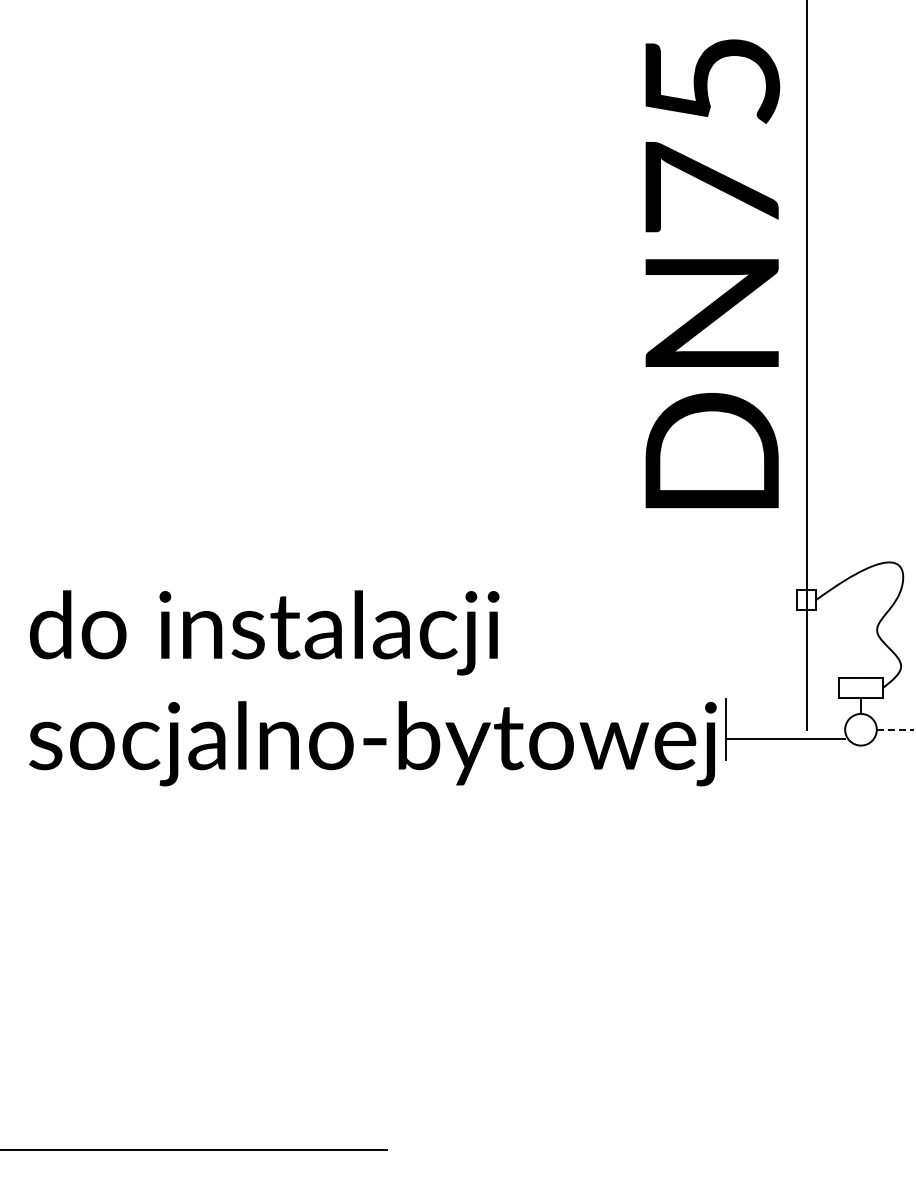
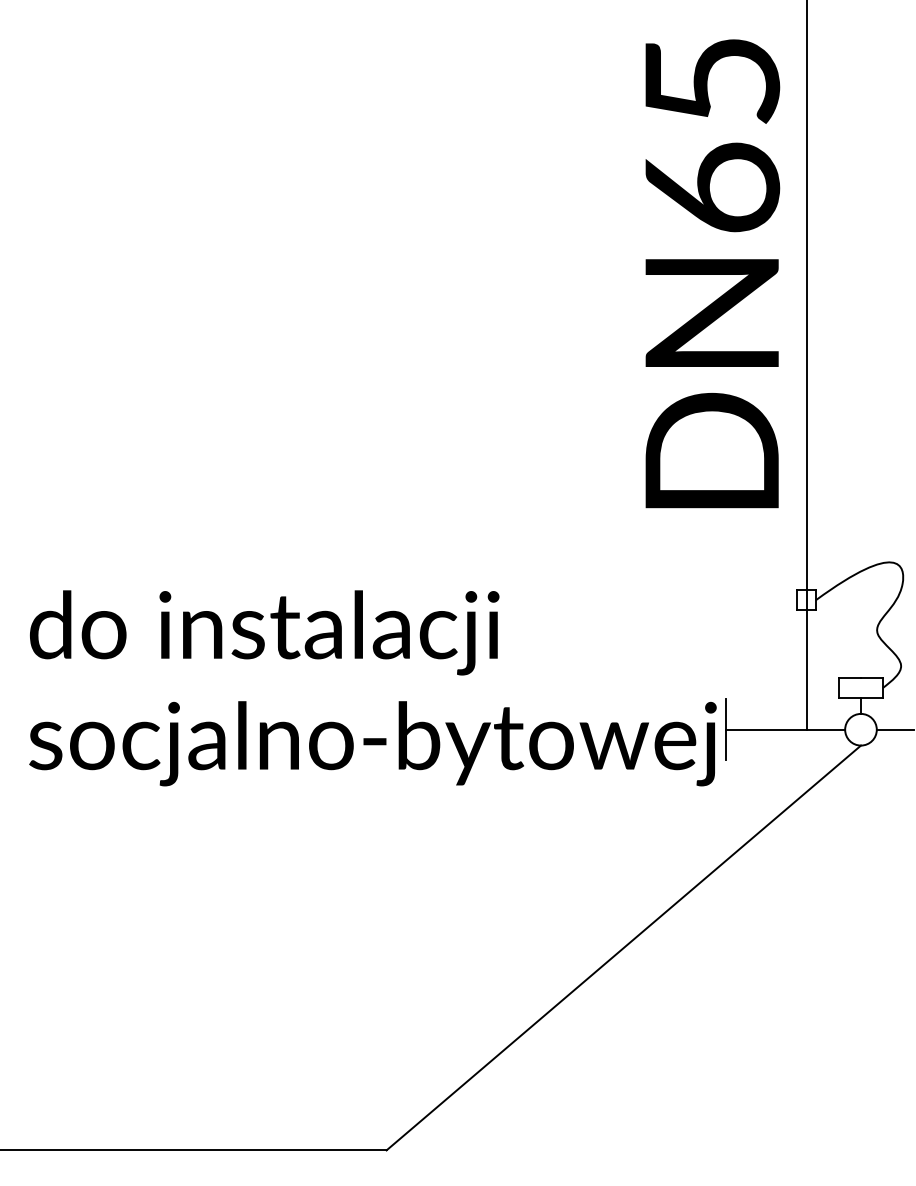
text at (712, 187): DN75 -> DN65
line at (895, 729): dashed -> solid
line at (785, 738) position: (785, 738) -> (785, 729)
line at (623, 947): none -> present
